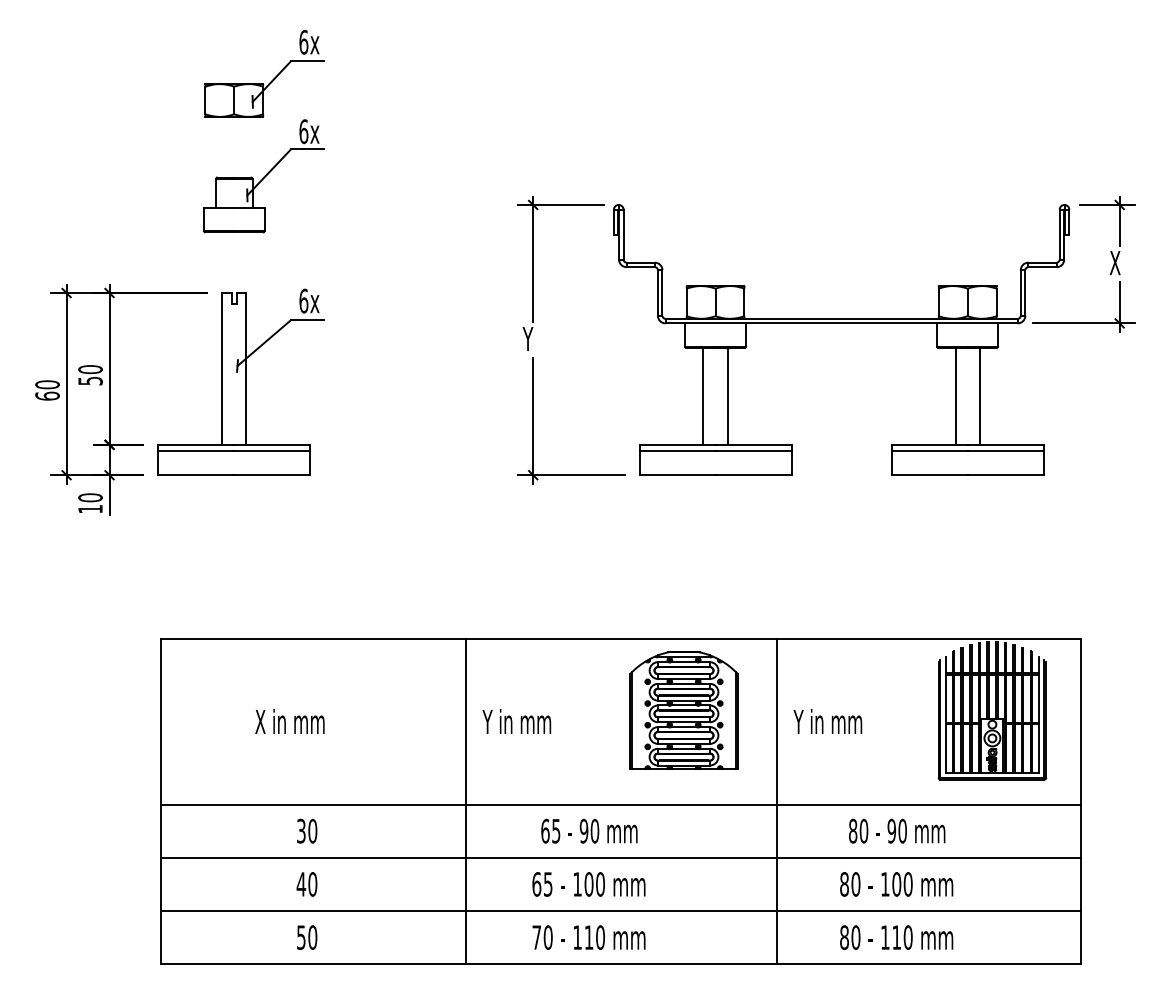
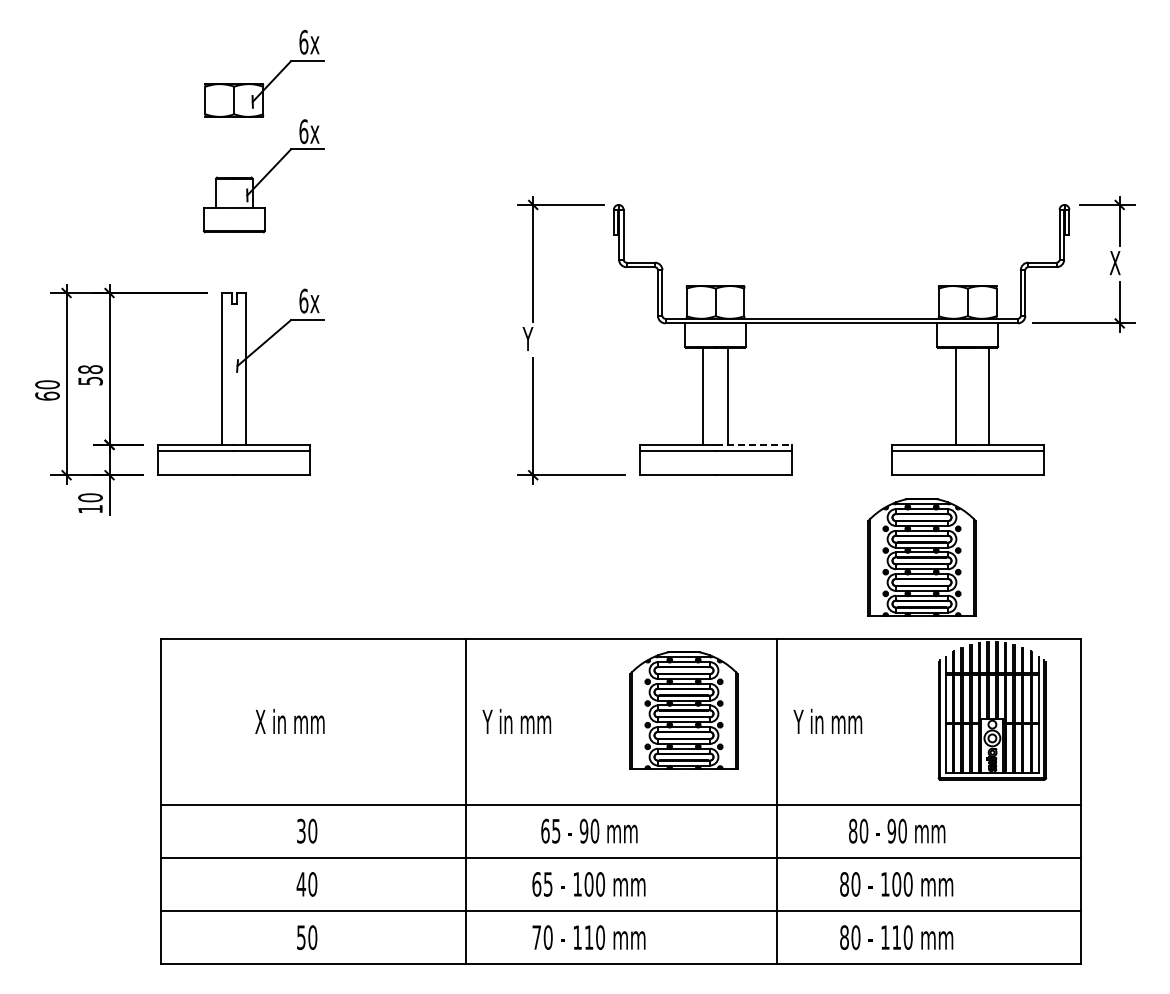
text at (90, 369): 50 -> 58
line at (979, 395) position: (979, 395) -> (988, 395)
line at (753, 444): solid -> dashed
part at (921, 557): none -> present
